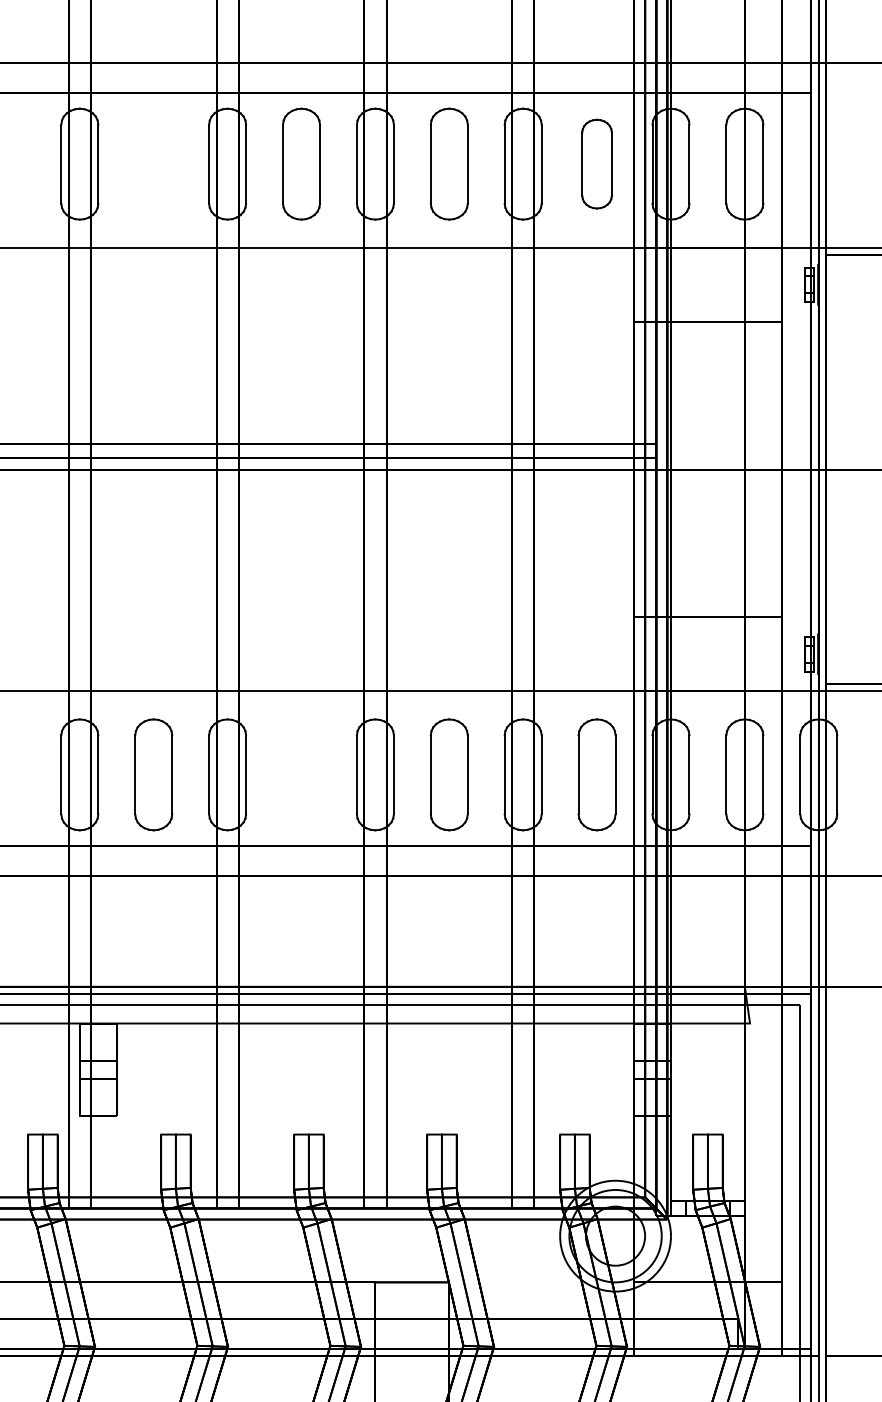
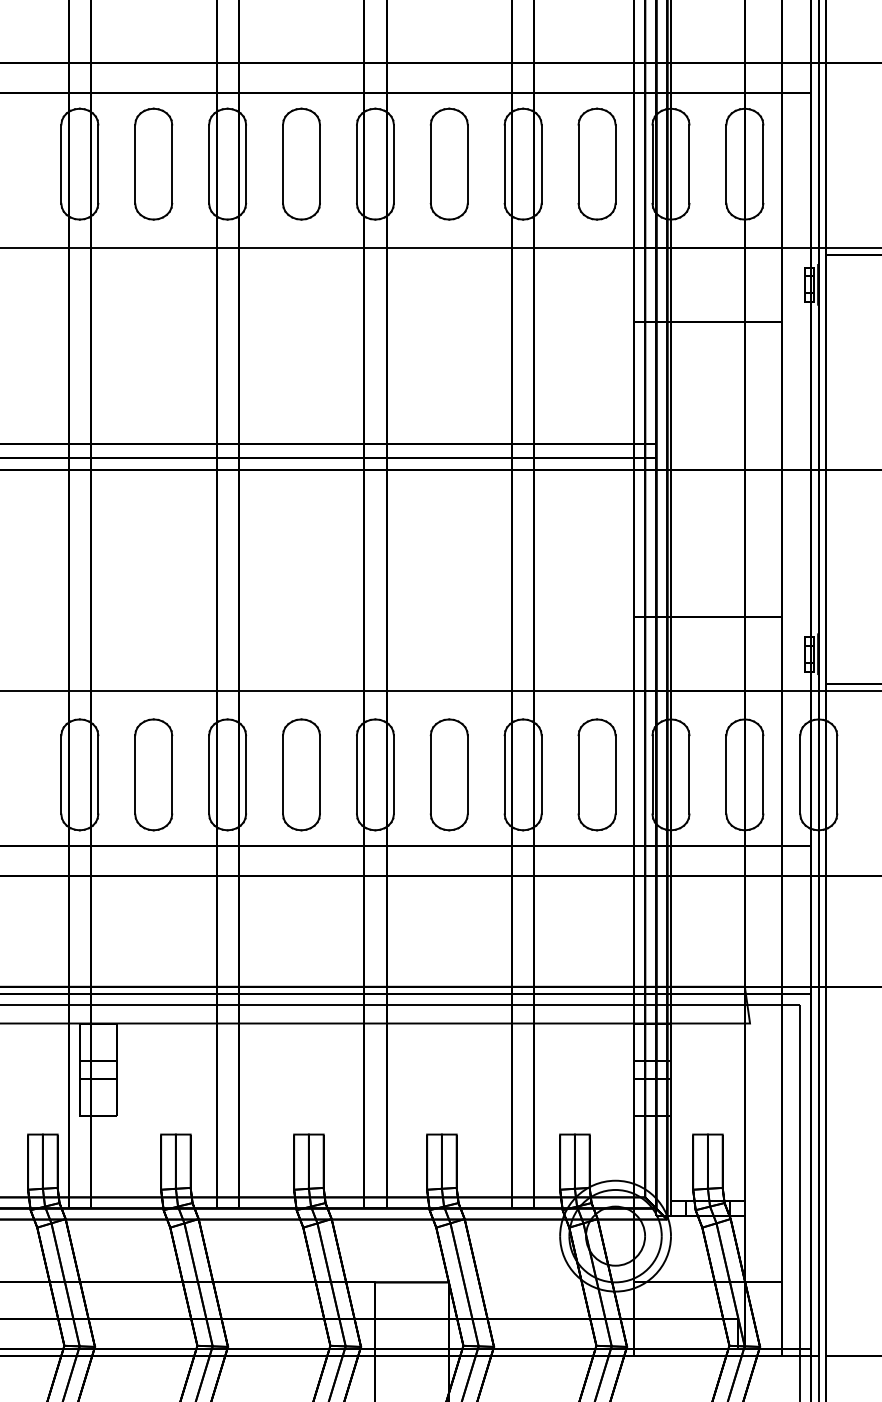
part at (153, 163): none -> present
part at (596, 163) size: 32x92 px -> 40x114 px
part at (301, 774): none -> present
